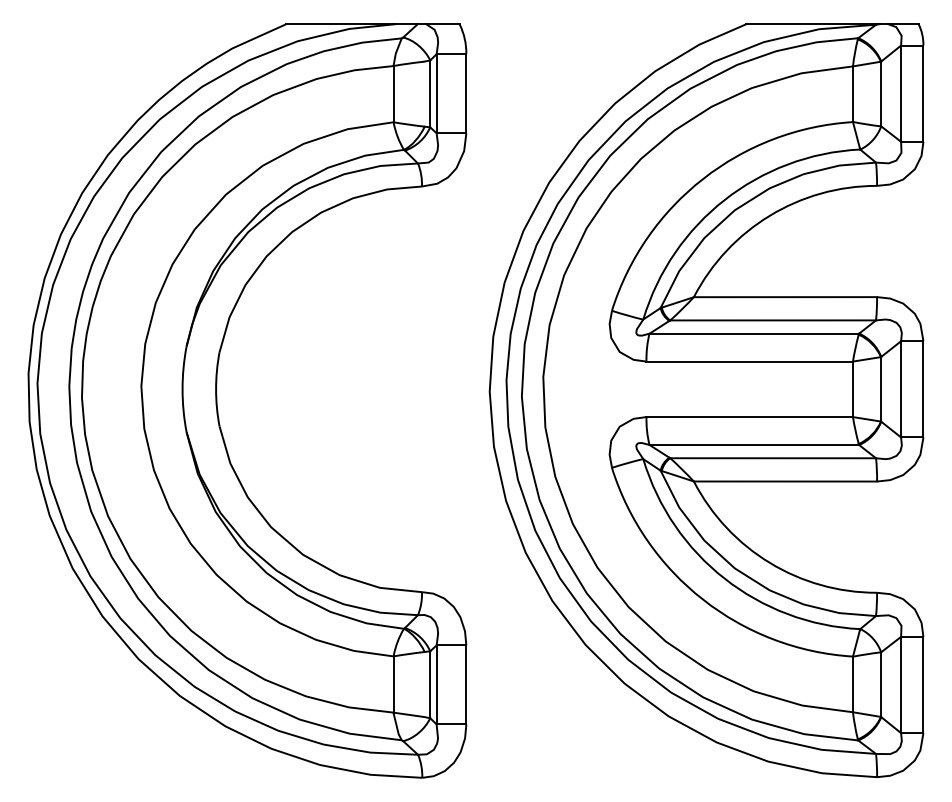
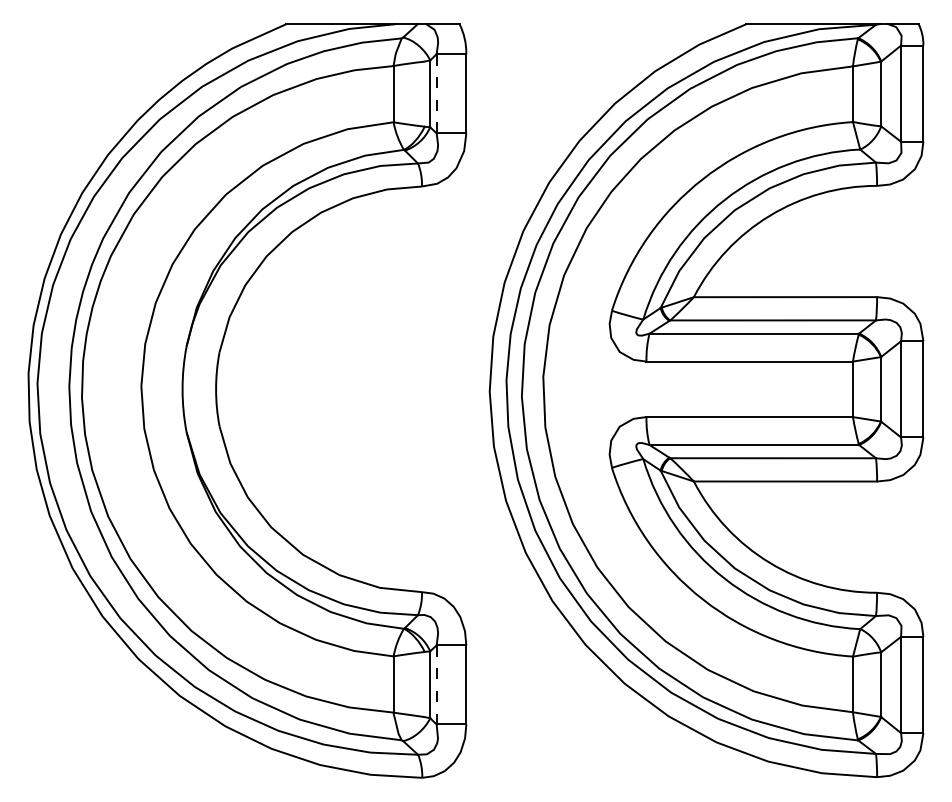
line at (436, 93): solid -> dashed
line at (436, 684): solid -> dashed
